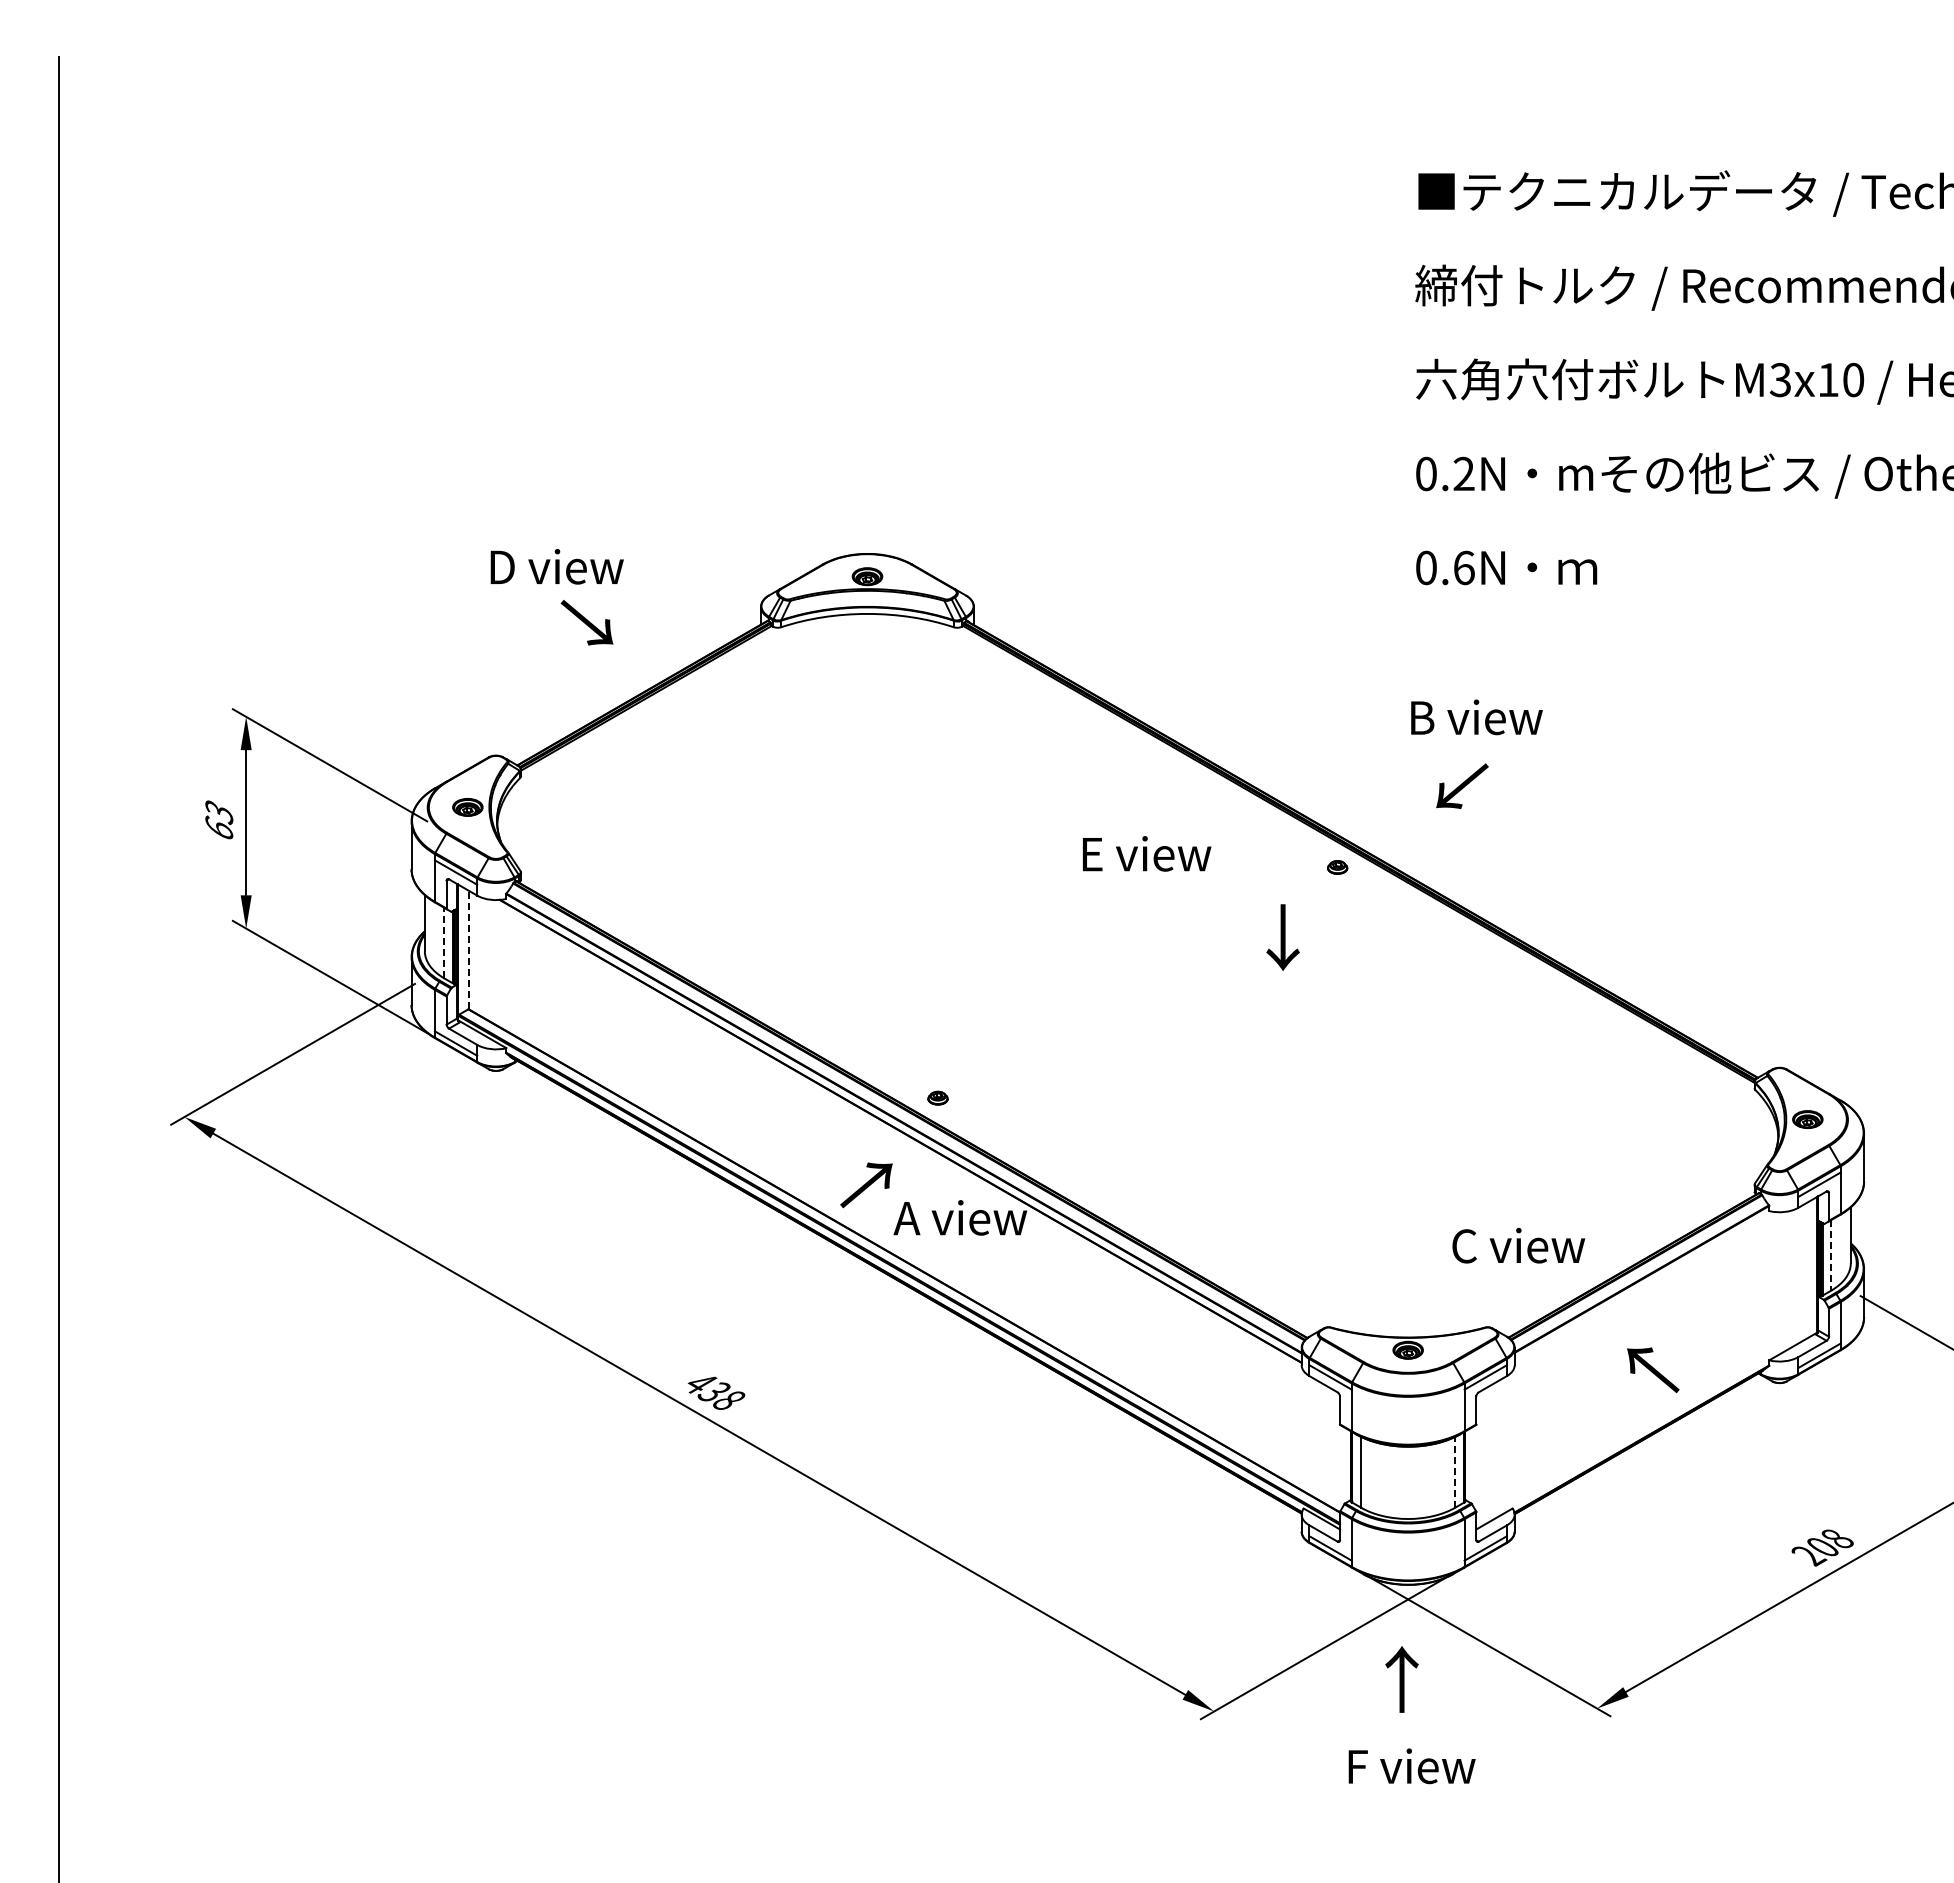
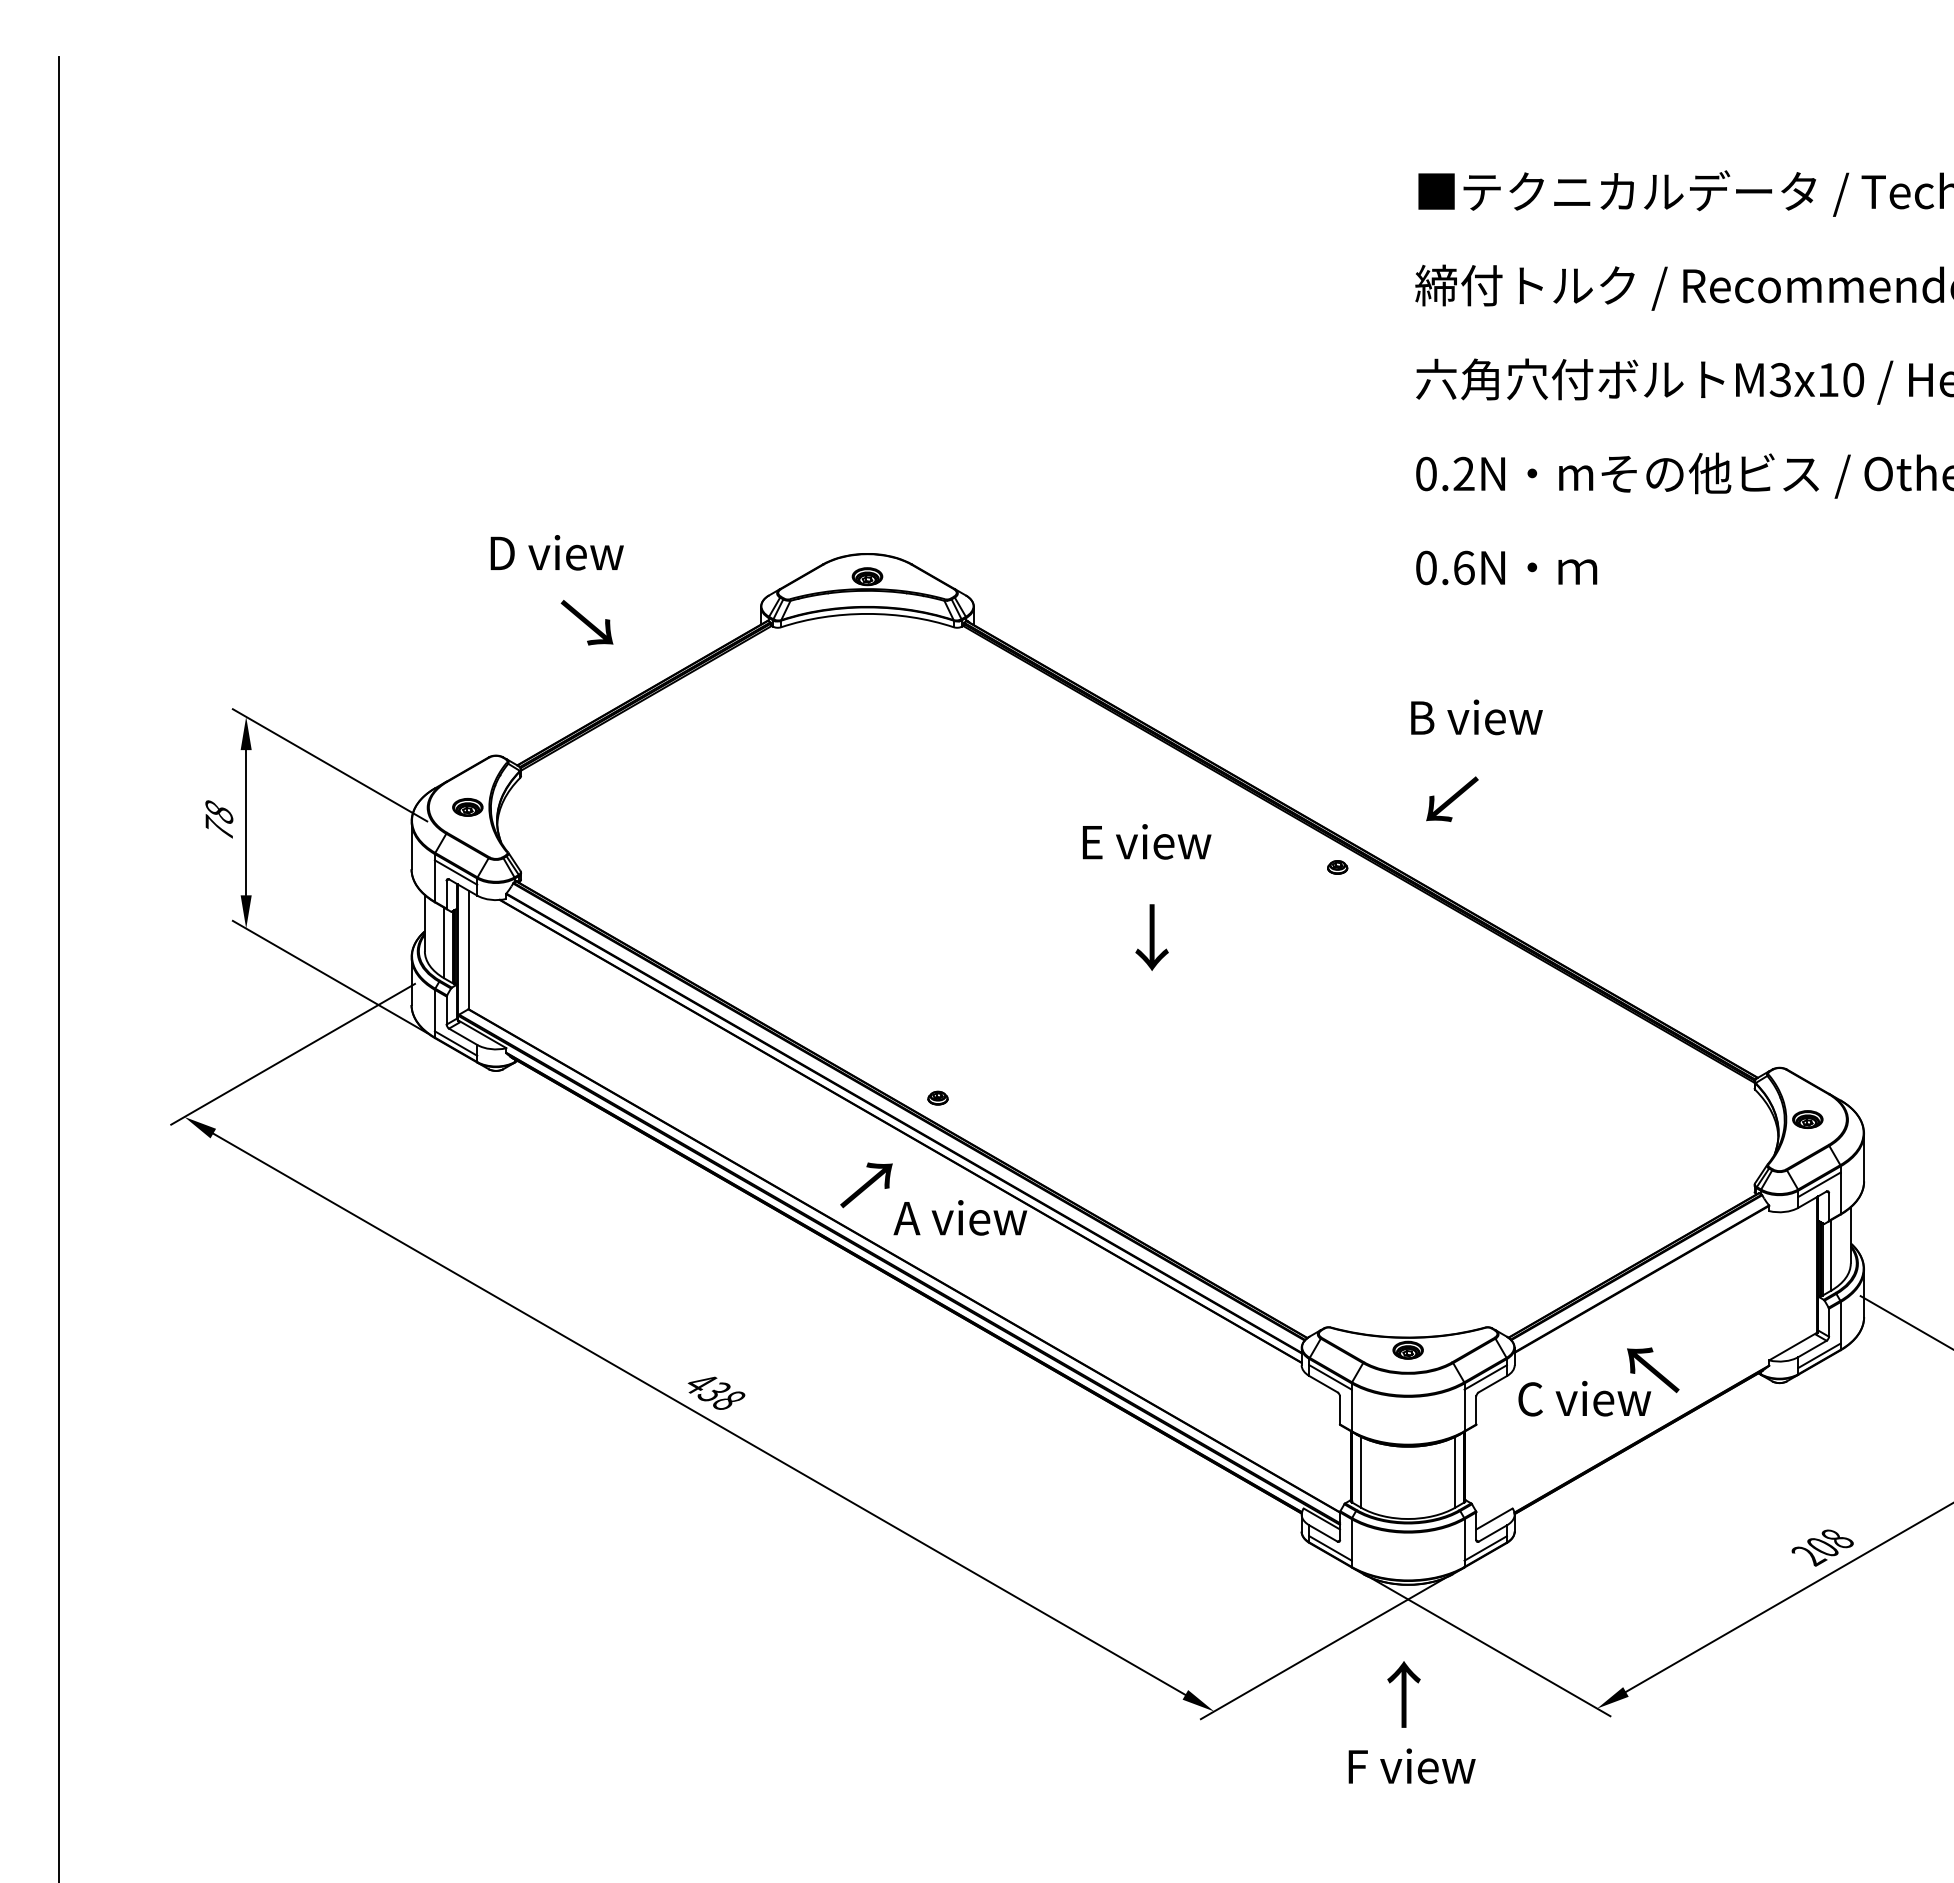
text at (556, 566) position: (556, 566) -> (556, 552)
text at (1462, 785) position: (1462, 785) -> (1452, 798)
text at (219, 819): 63 -> 78
text at (1147, 853) position: (1147, 853) -> (1147, 841)
text at (1282, 937) position: (1282, 937) -> (1151, 937)
line at (444, 942): dashed -> solid
line at (469, 949): dashed -> solid
text at (1518, 1245) position: (1518, 1245) -> (1584, 1398)
line at (1831, 1255): dashed -> solid
line at (1455, 1471): dashed -> solid
text at (1401, 1679) position: (1401, 1679) -> (1403, 1694)
